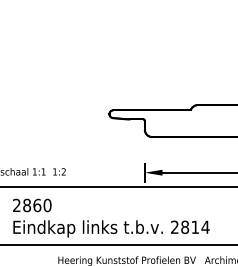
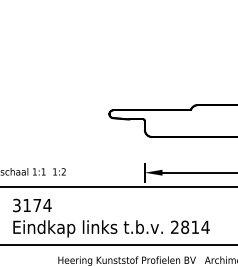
text at (32, 205): 2860 -> 3174
